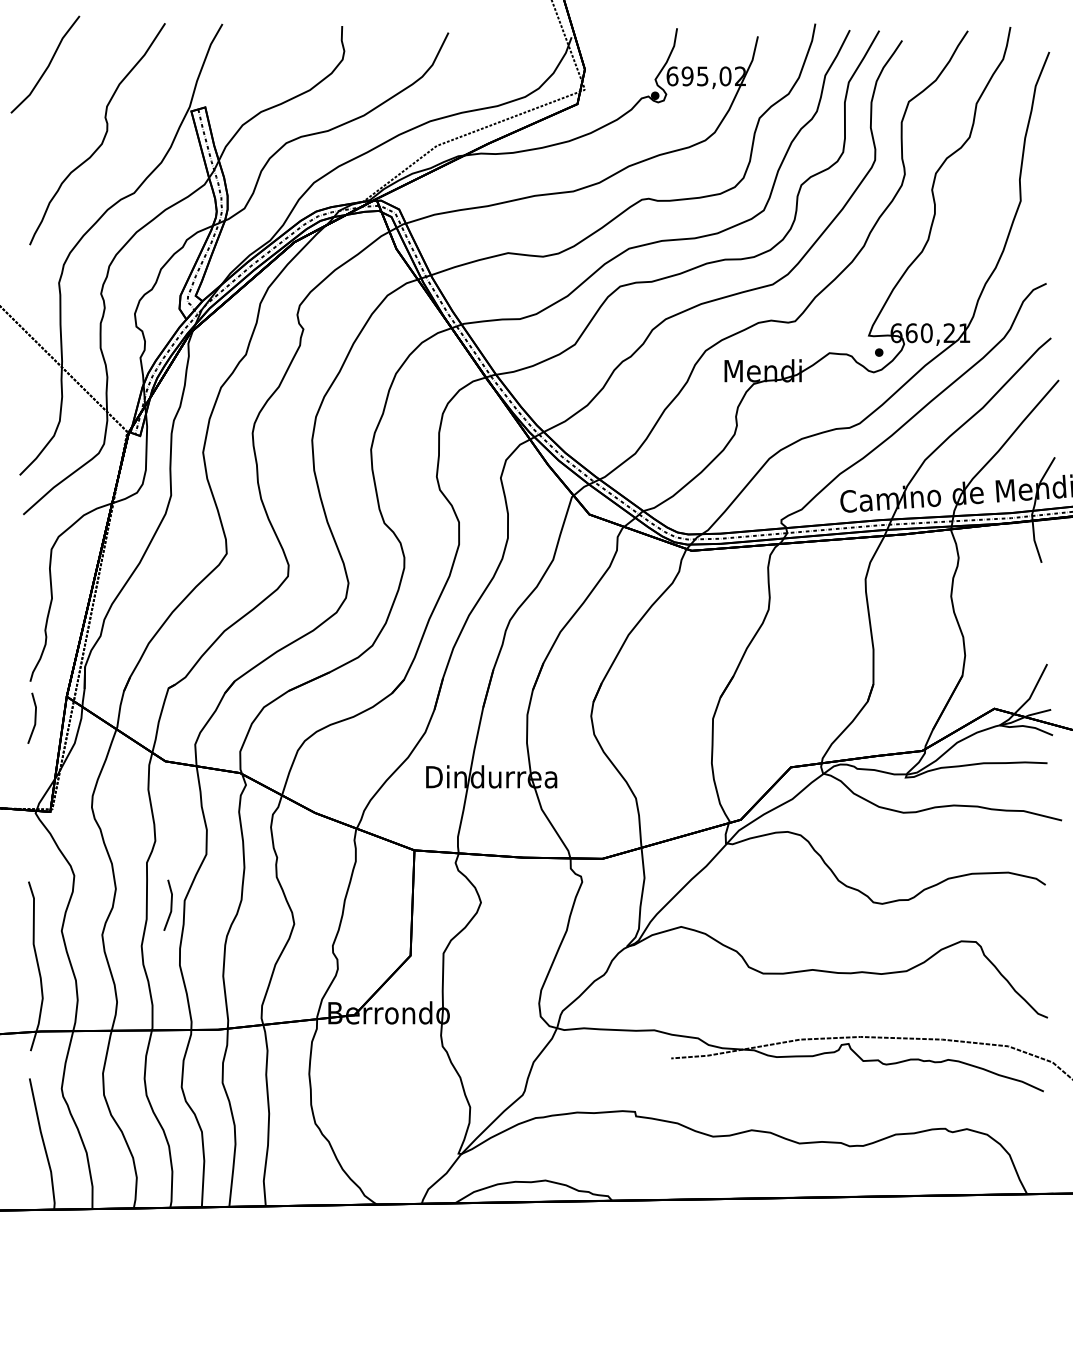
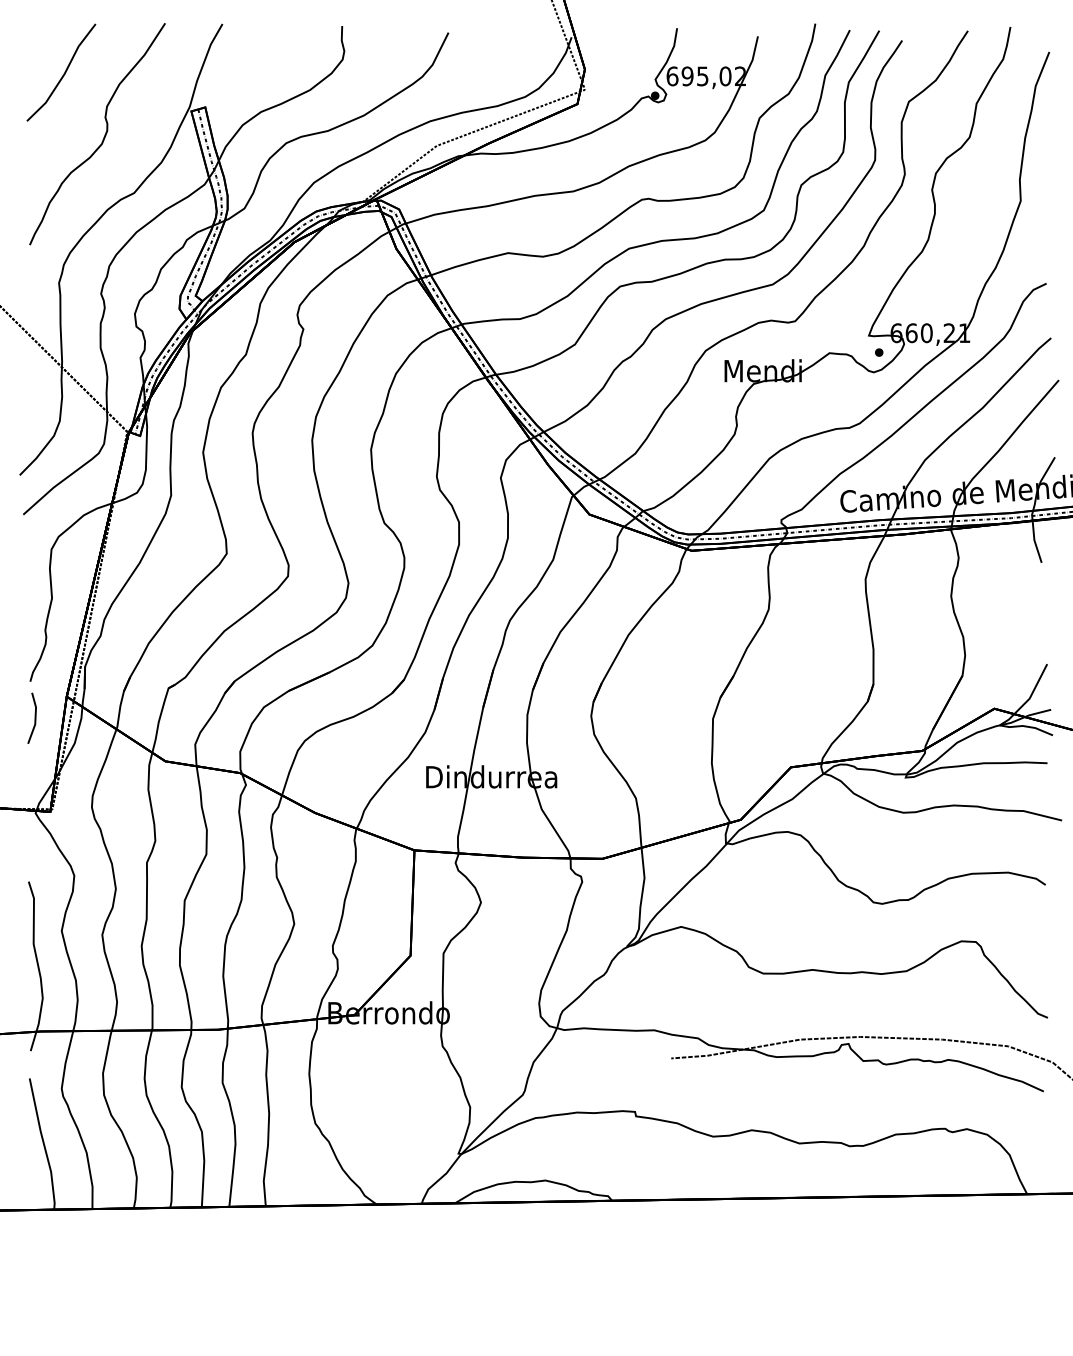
line at (47, 65) position: (47, 65) -> (63, 73)
line at (170, 904): present -> none
